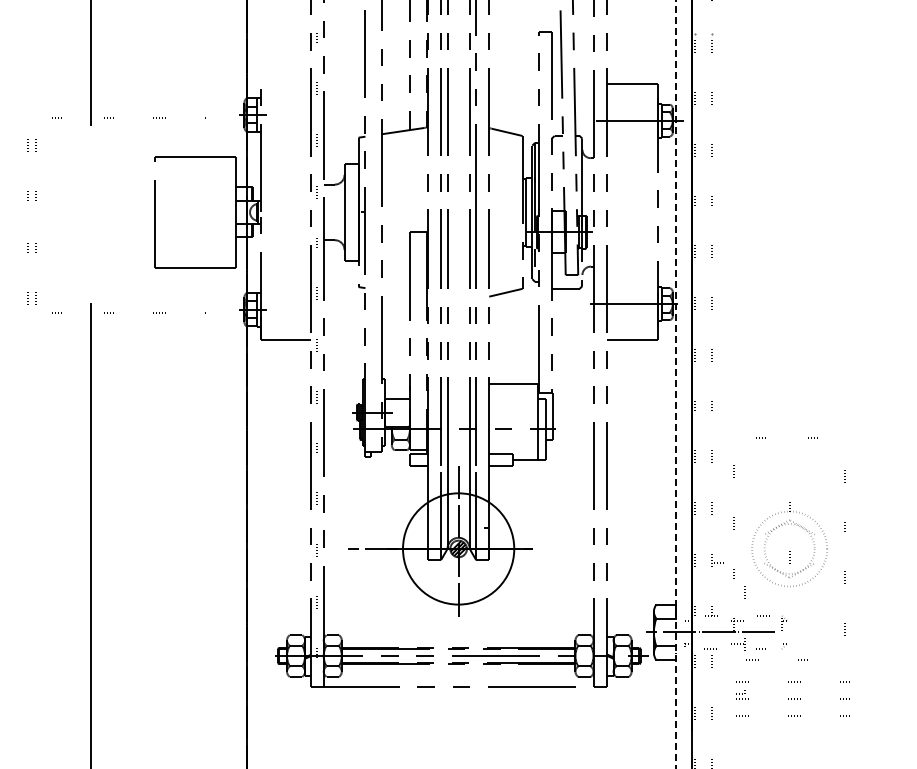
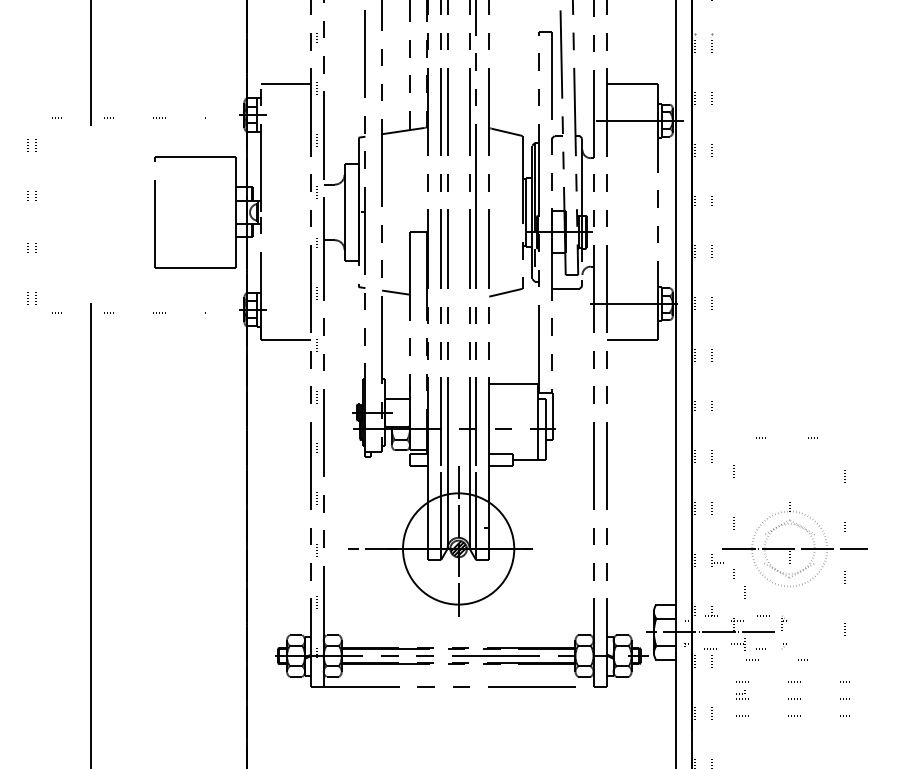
line at (286, 84): none -> present
line at (395, 292): none -> present
line at (675, 384): dashed -> solid
line at (795, 548): none -> present
